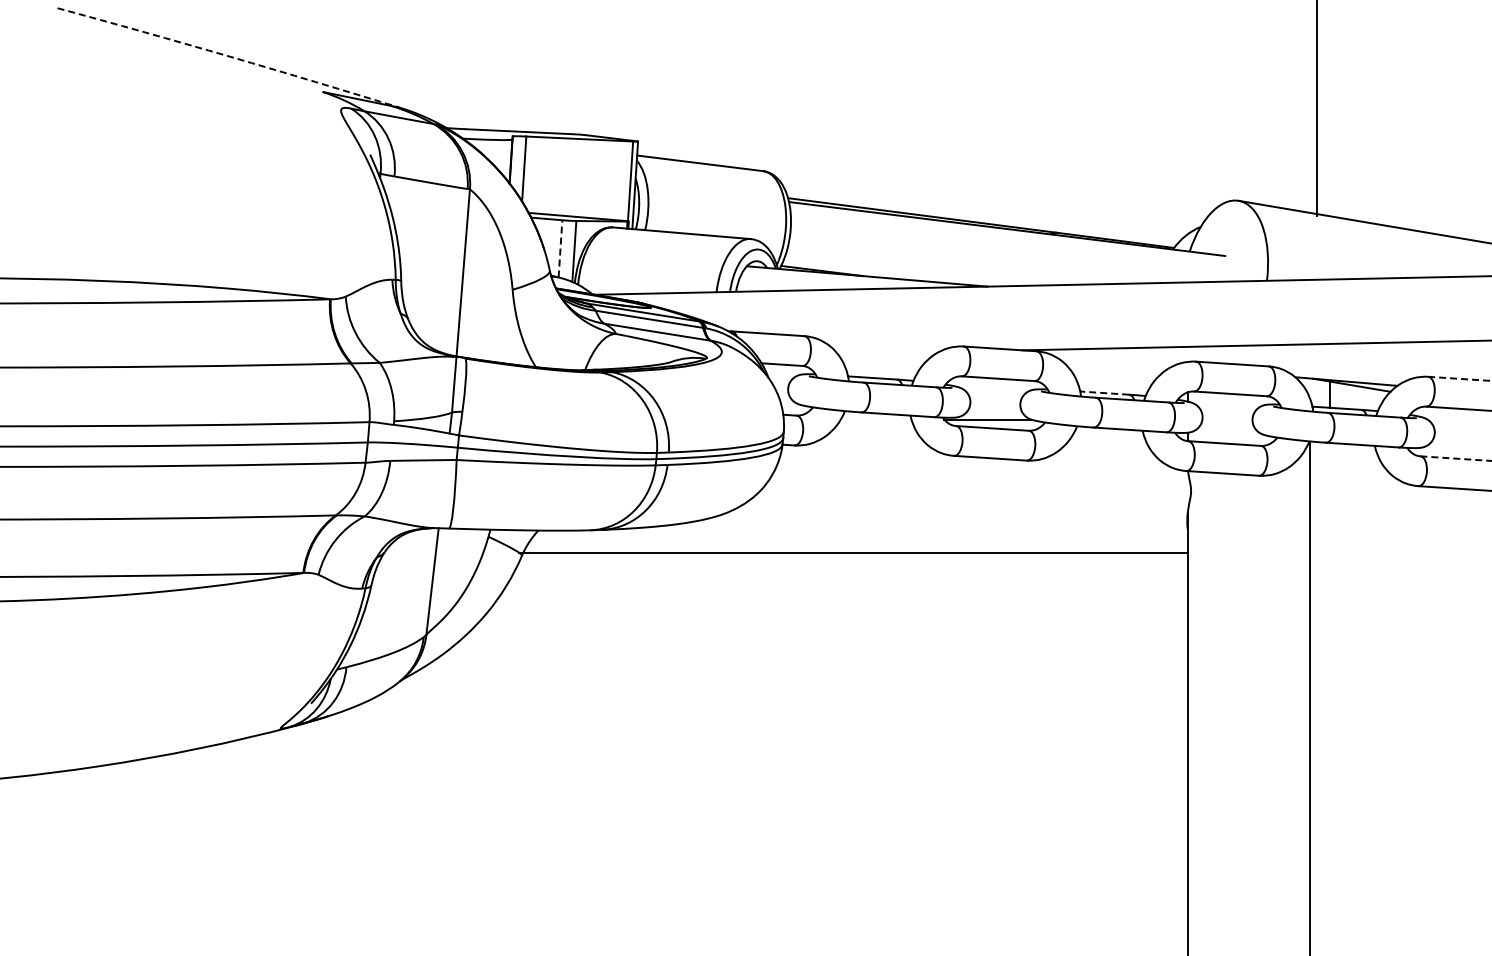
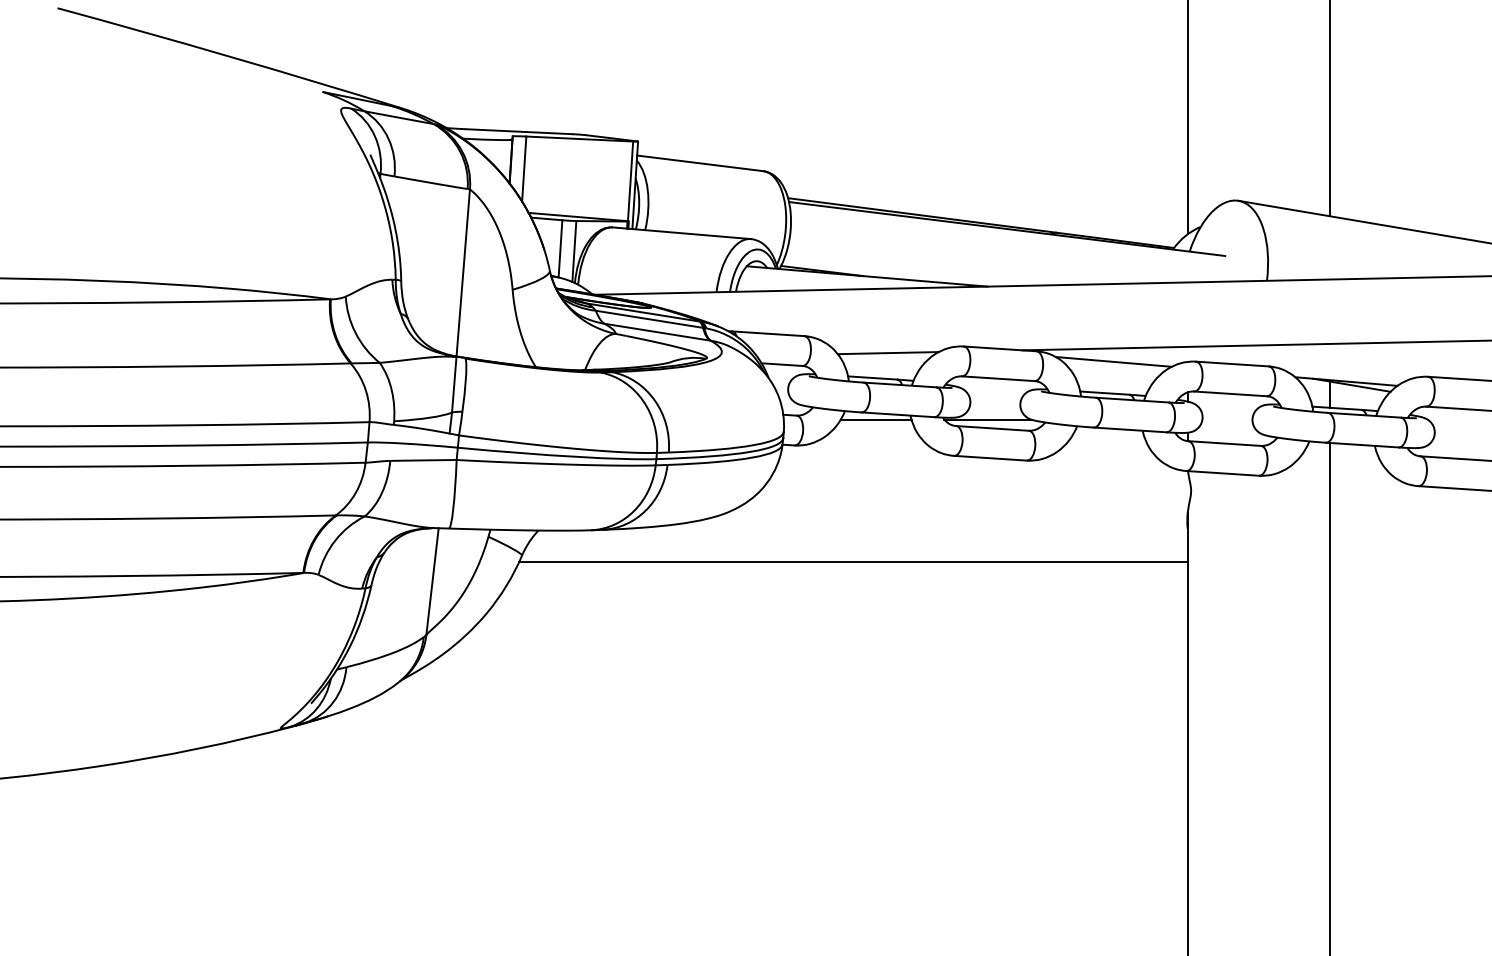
arc at (230, 56): dashed -> solid
line at (1317, 109) position: (1317, 109) -> (1330, 109)
line at (1187, 118): none -> present
line at (560, 248): dashed -> solid
line at (887, 353): none -> present
line at (1113, 361): none -> present
line at (1459, 378): dashed -> solid
line at (1104, 393): dashed -> solid
line at (875, 419): none -> present
line at (1455, 458): dashed -> solid
line at (853, 553) position: (853, 553) -> (853, 562)
line at (1310, 697) position: (1310, 697) -> (1330, 697)
